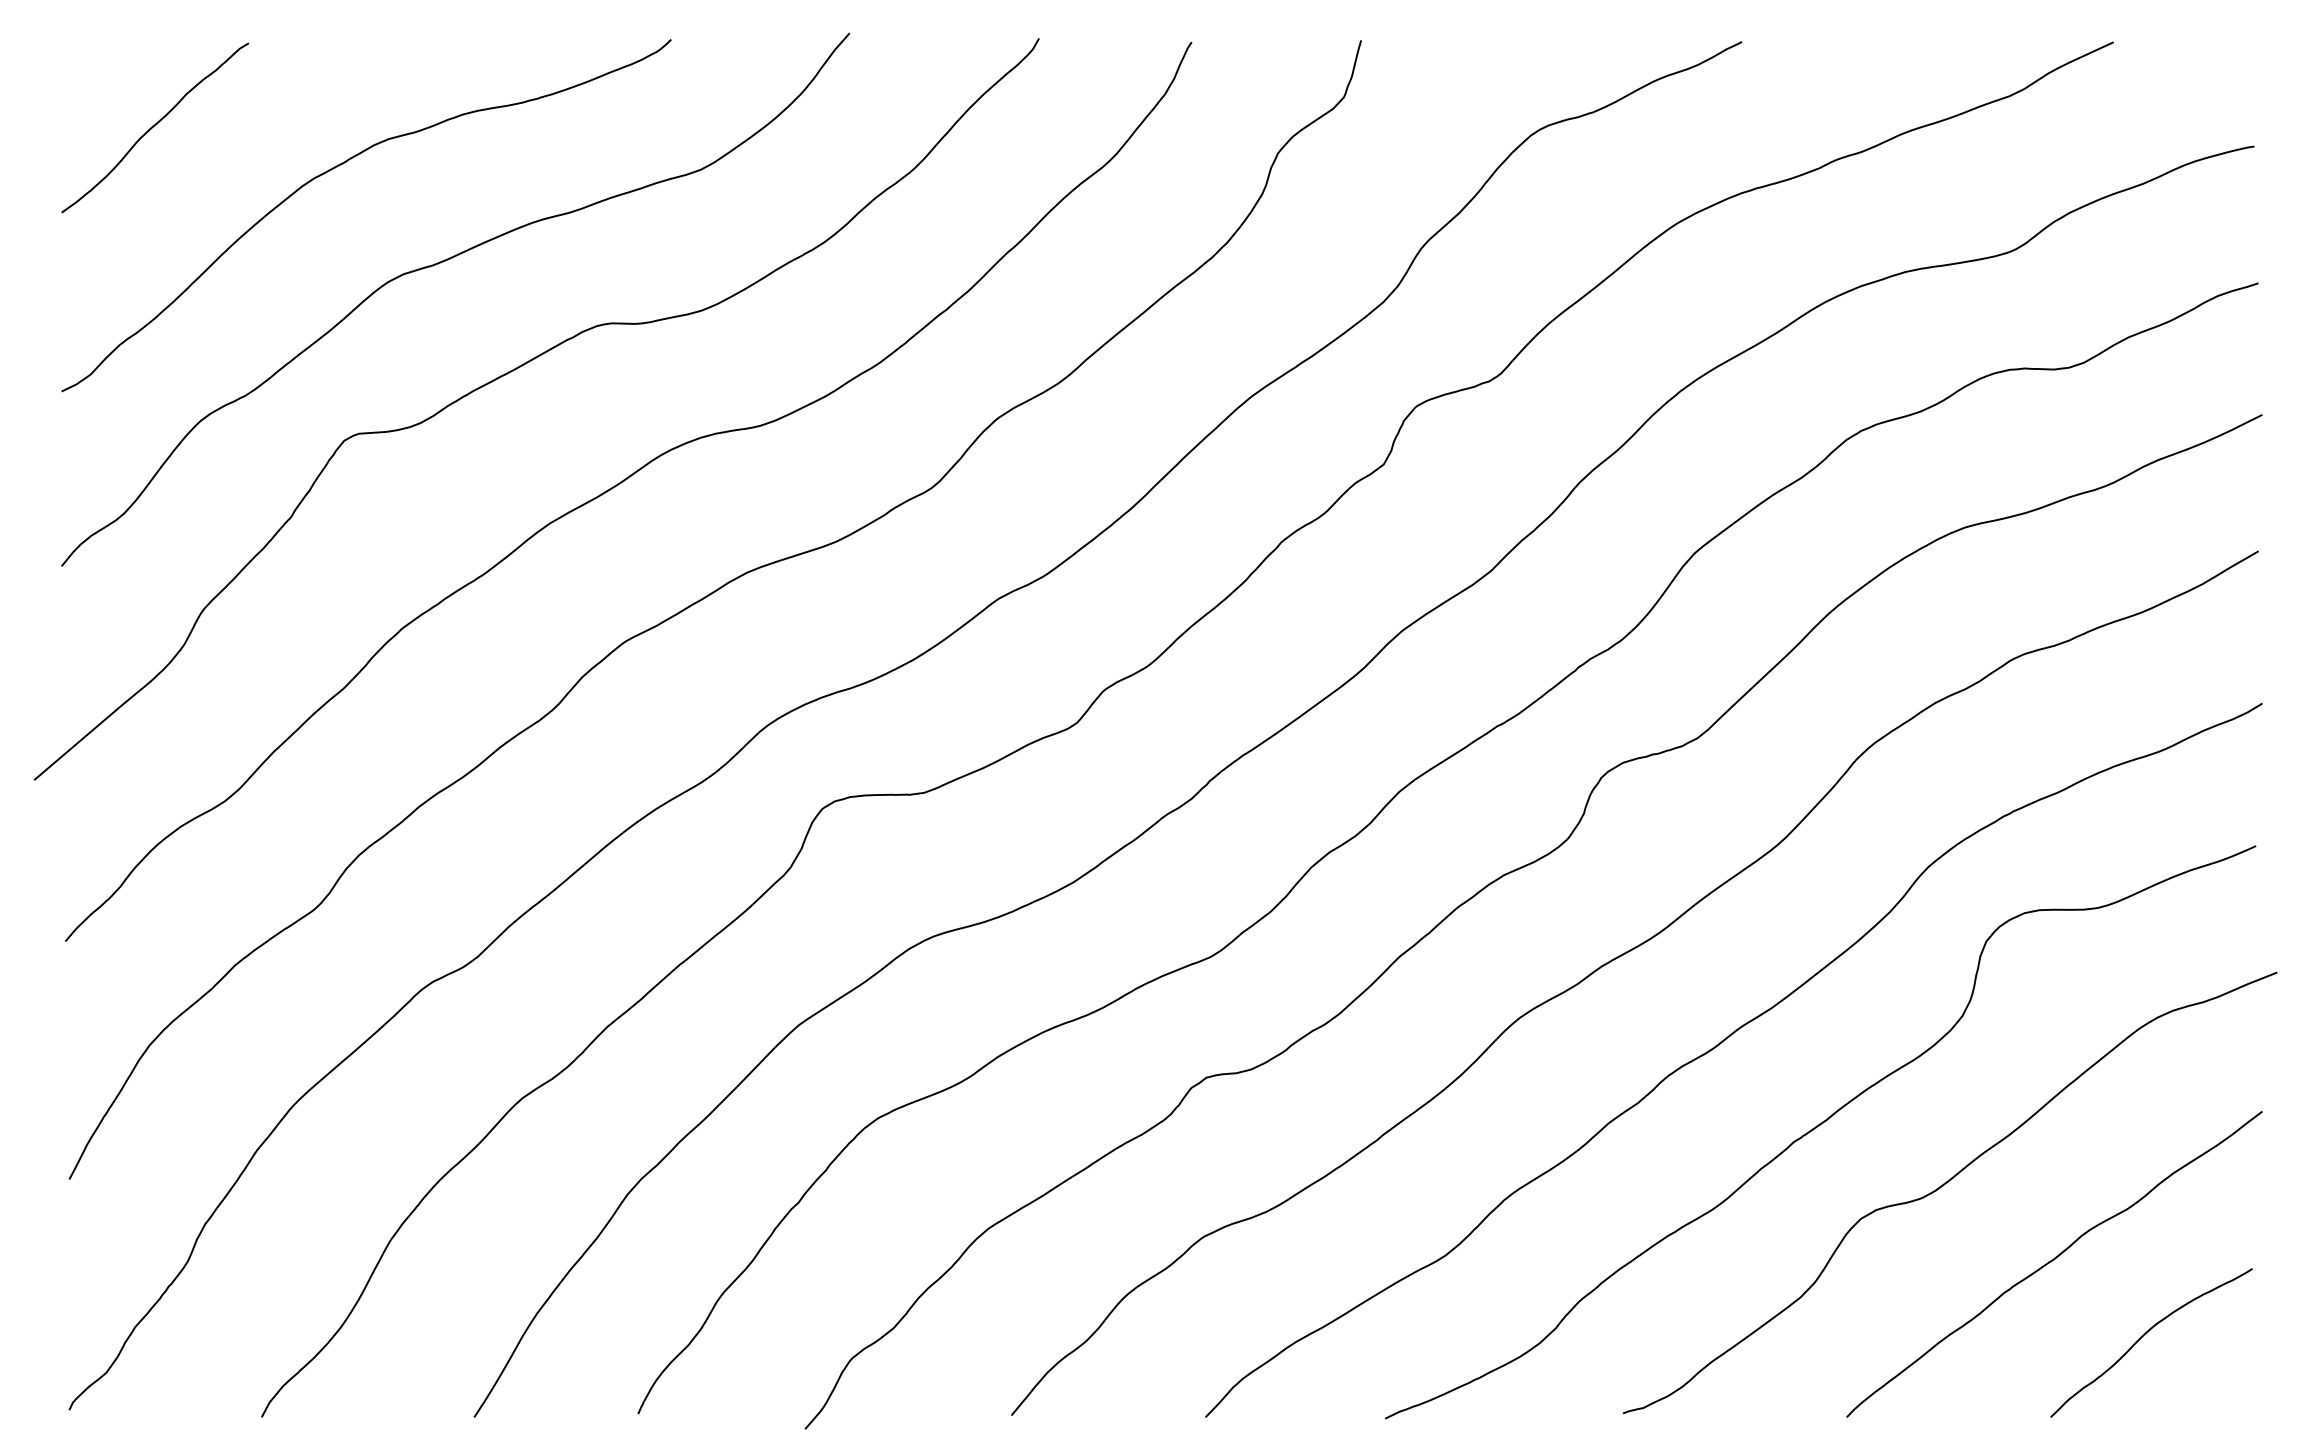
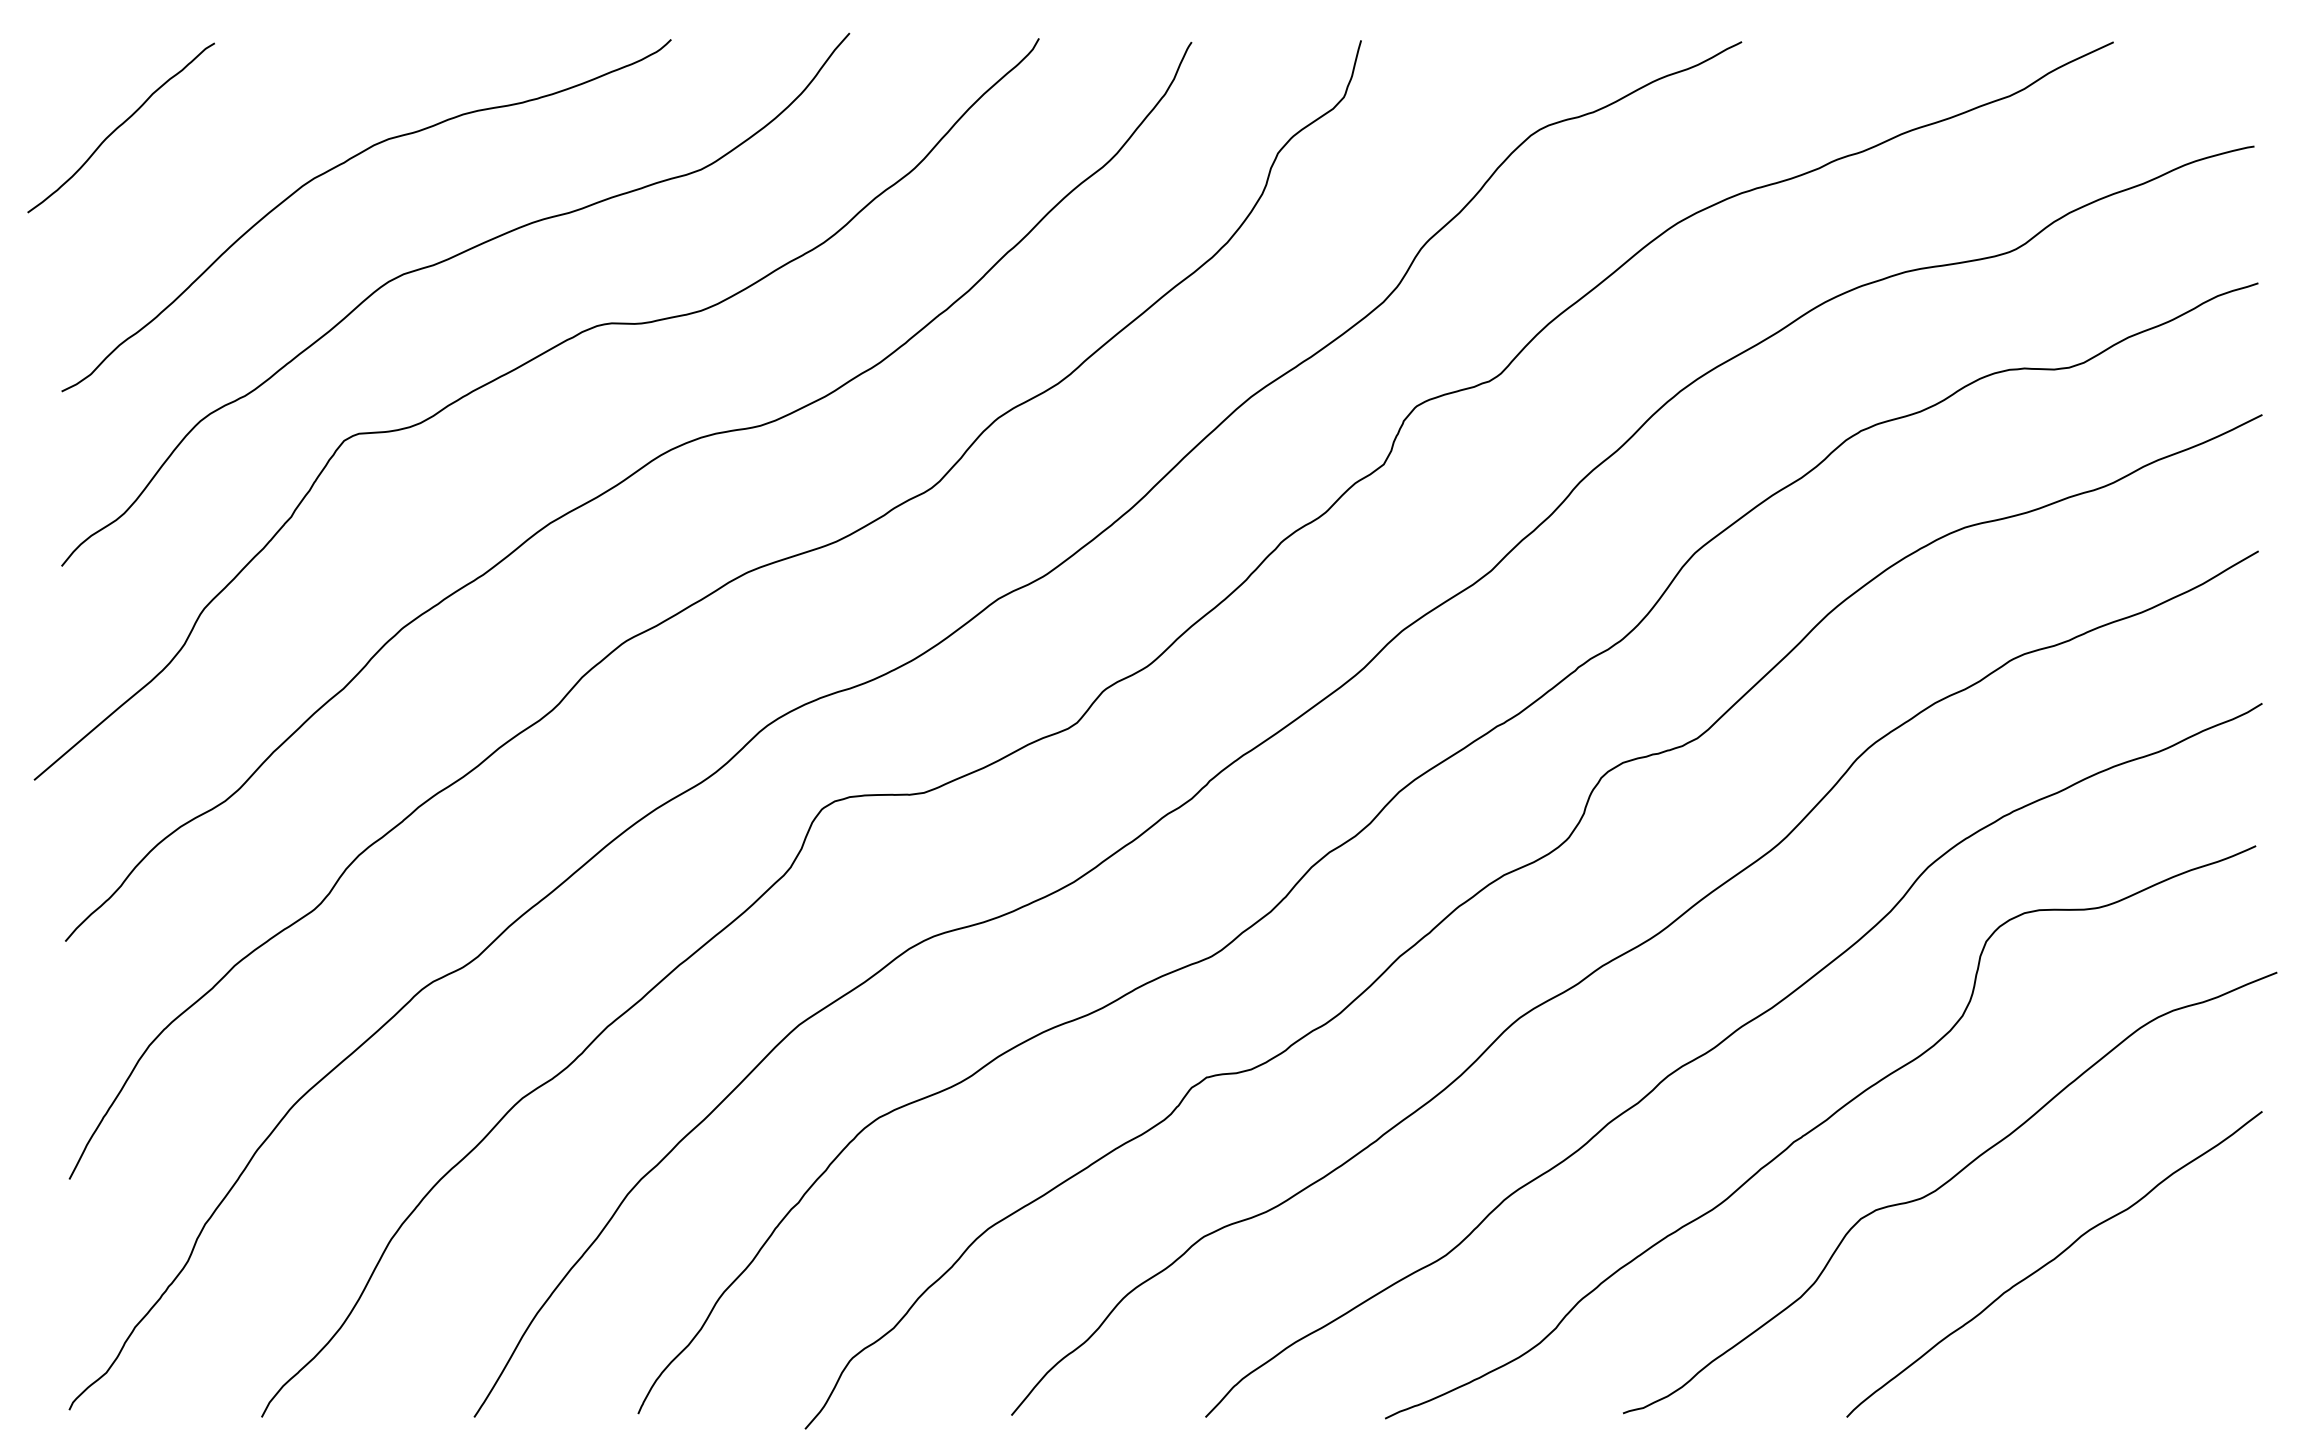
curve at (154, 126) position: (154, 126) -> (120, 126)
curve at (2147, 1333): present -> none
